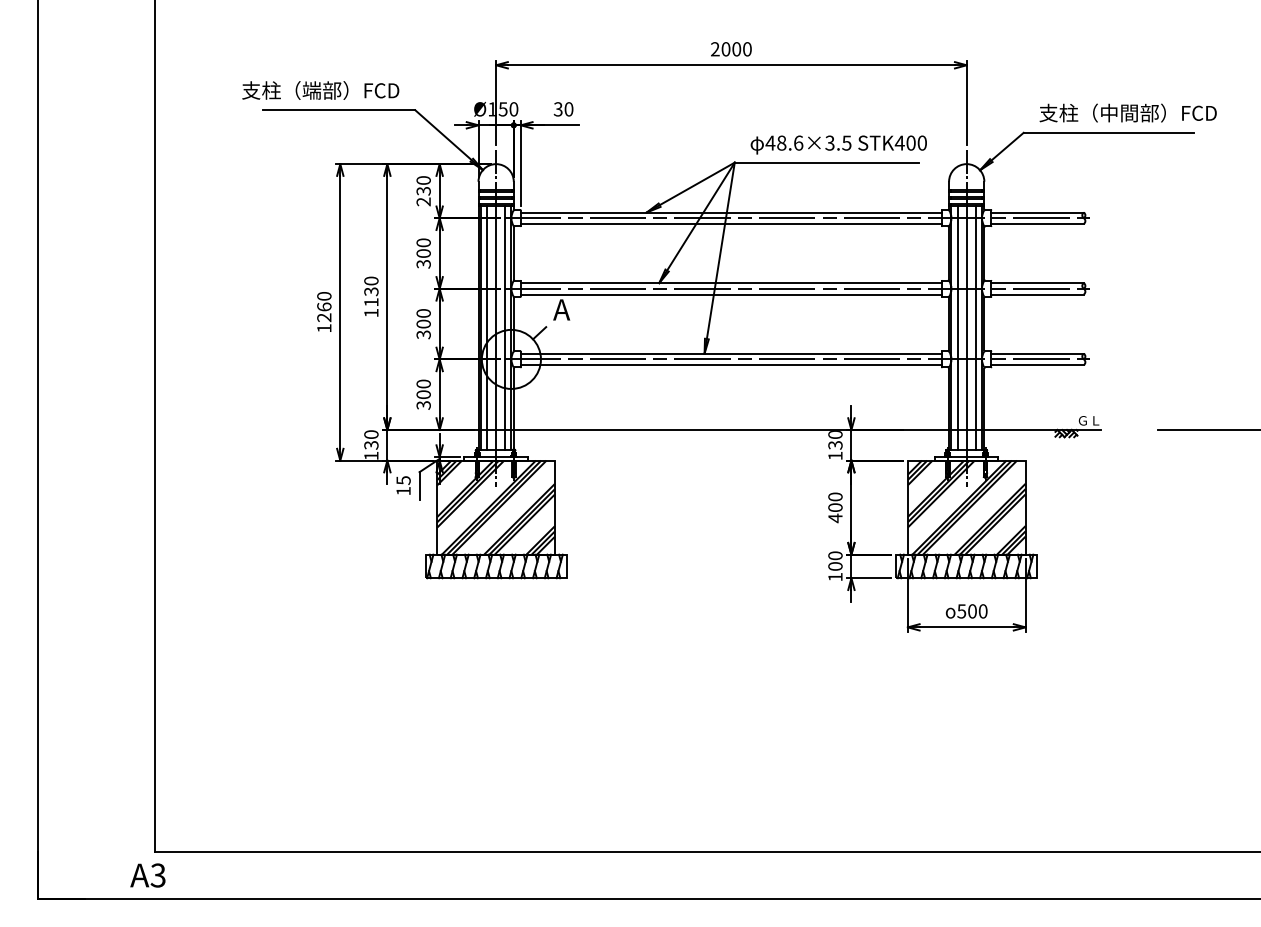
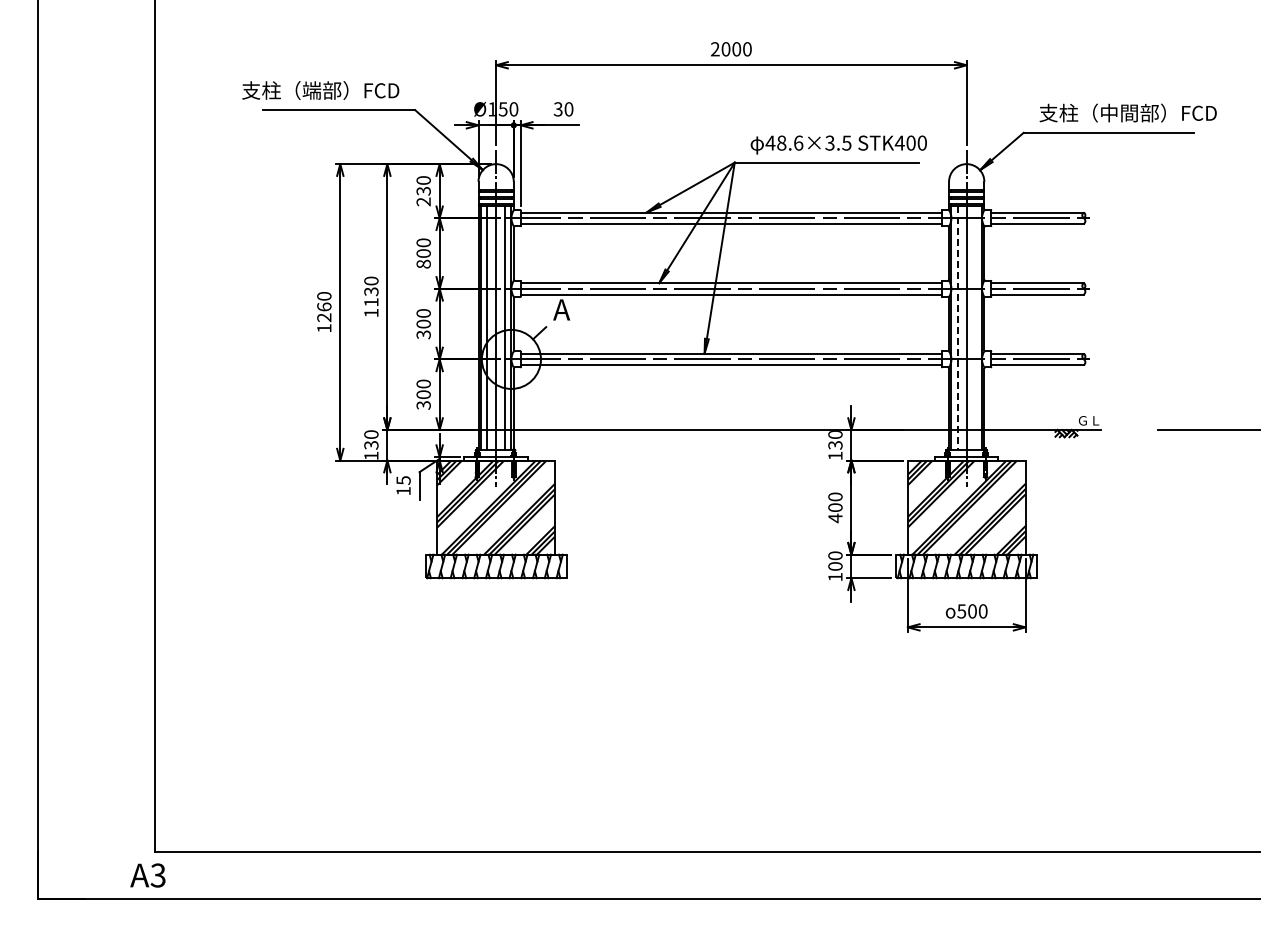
text at (423, 263): 300 -> 800
line at (957, 328): solid -> dashed
line at (975, 328): present -> none
